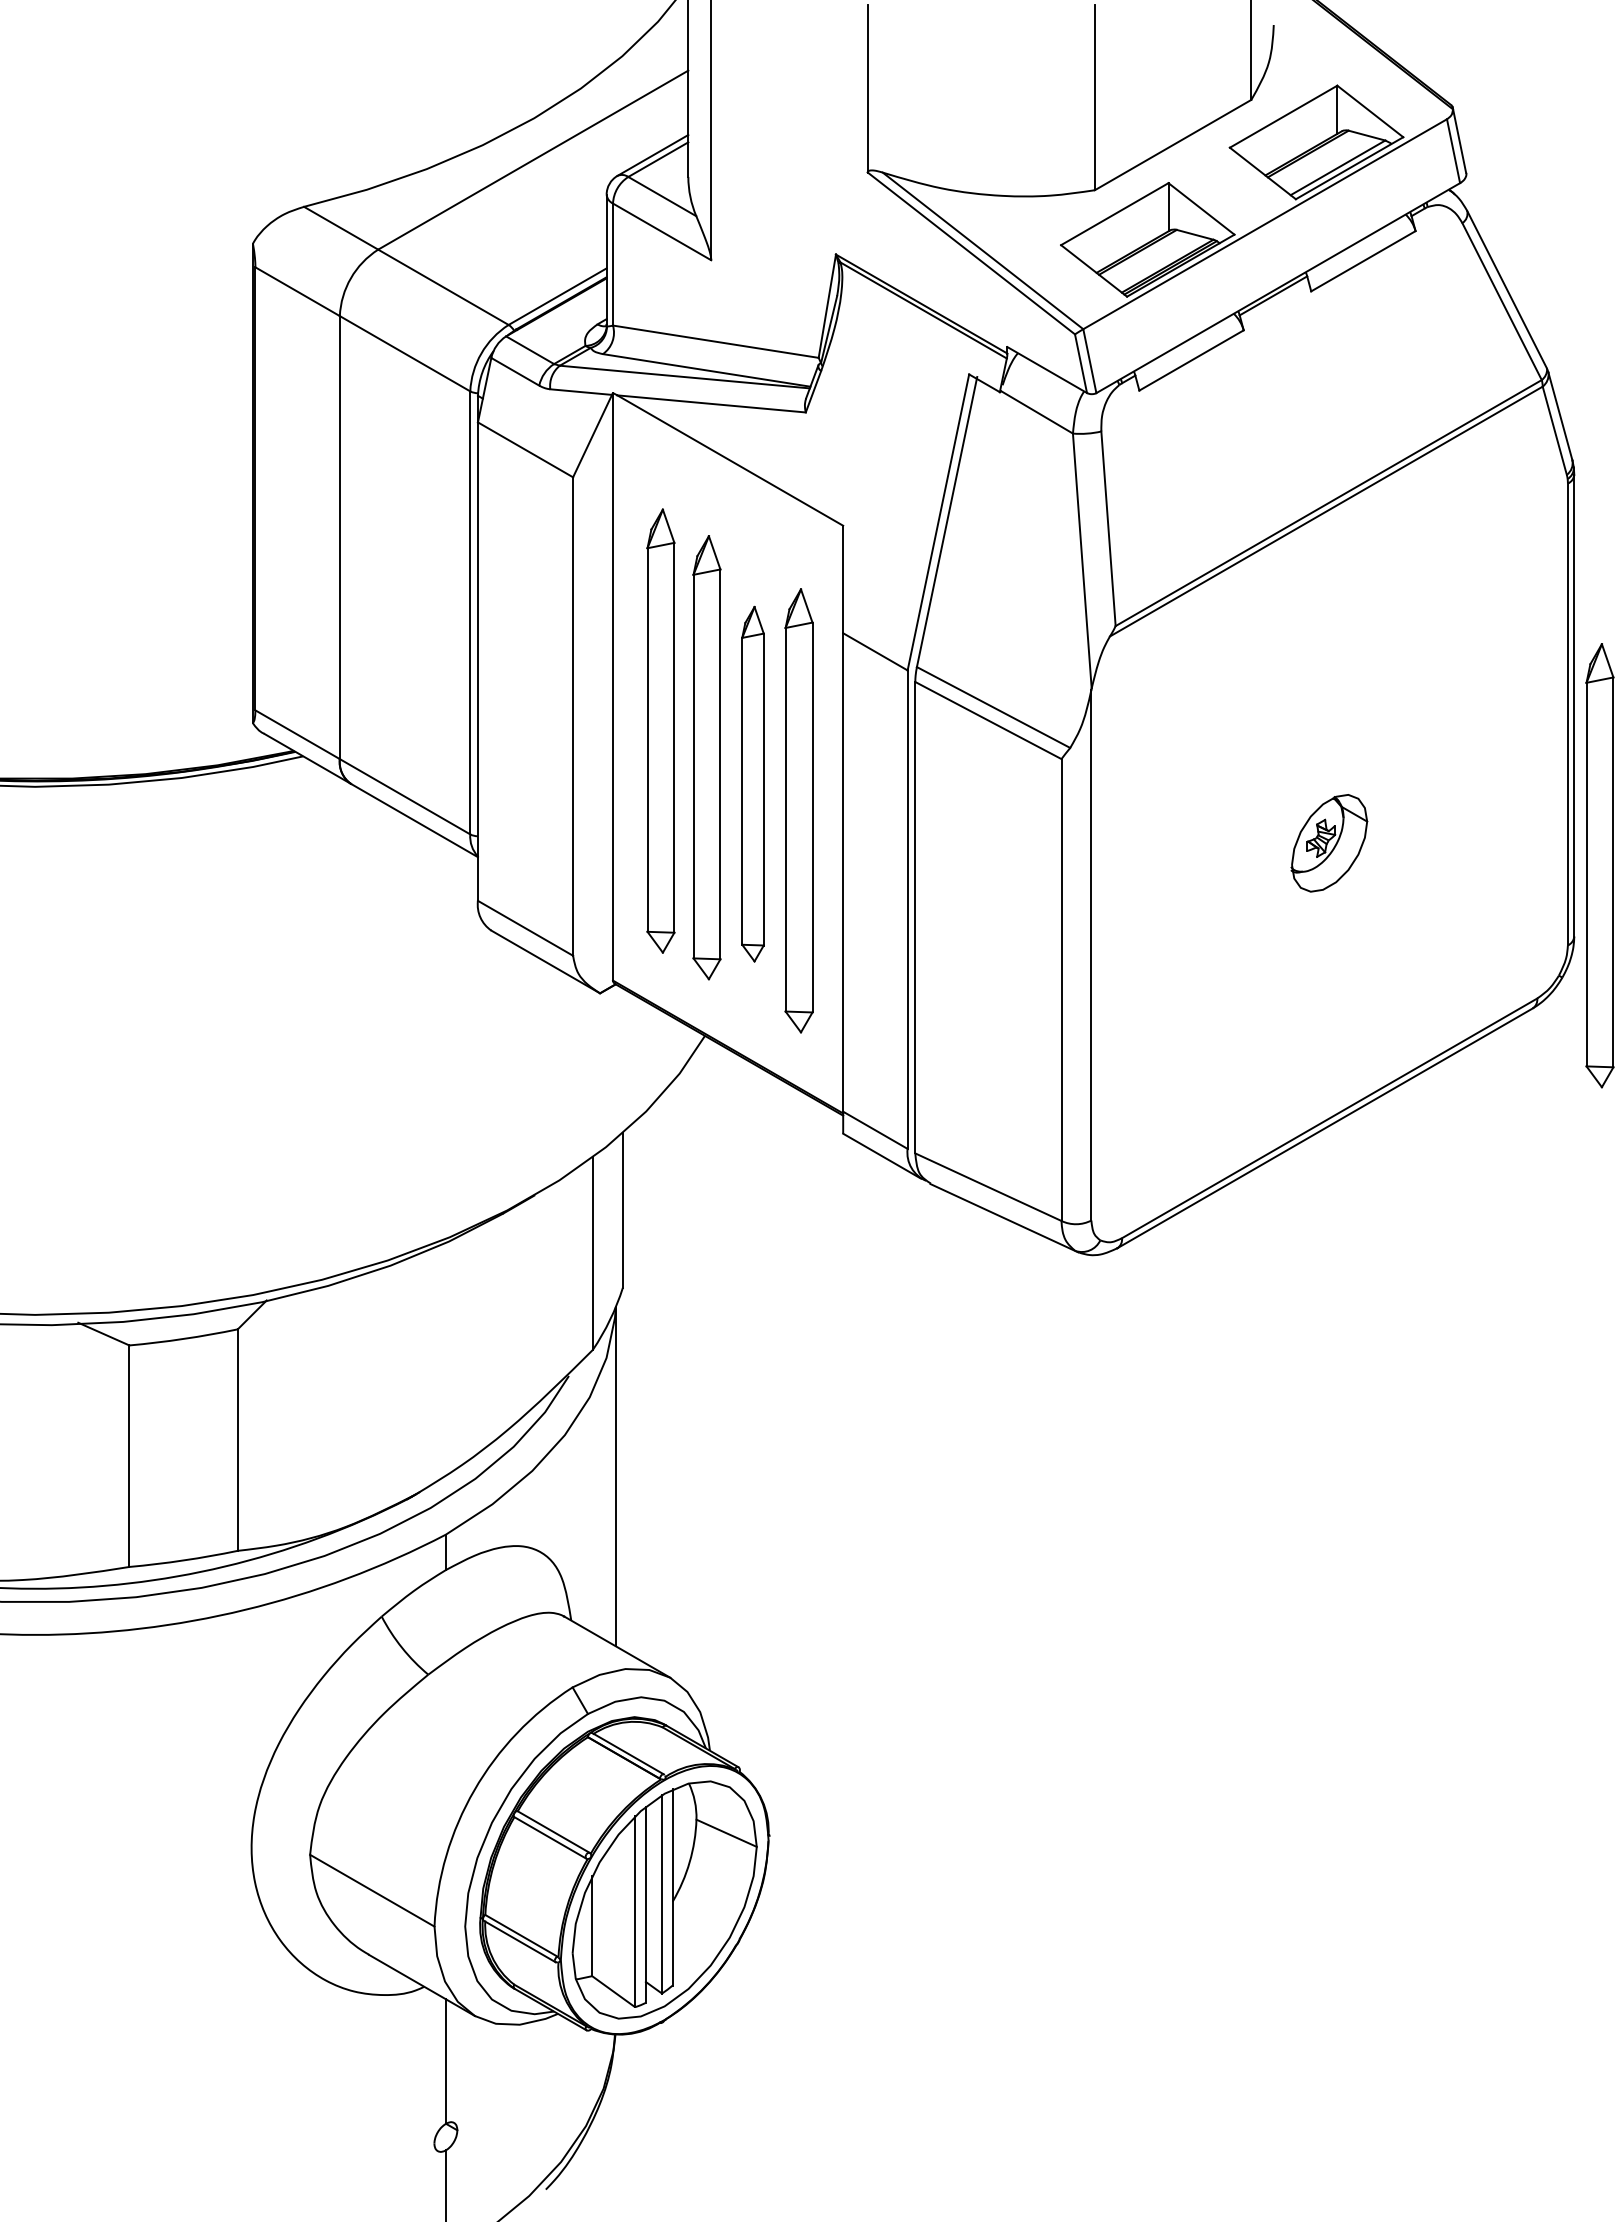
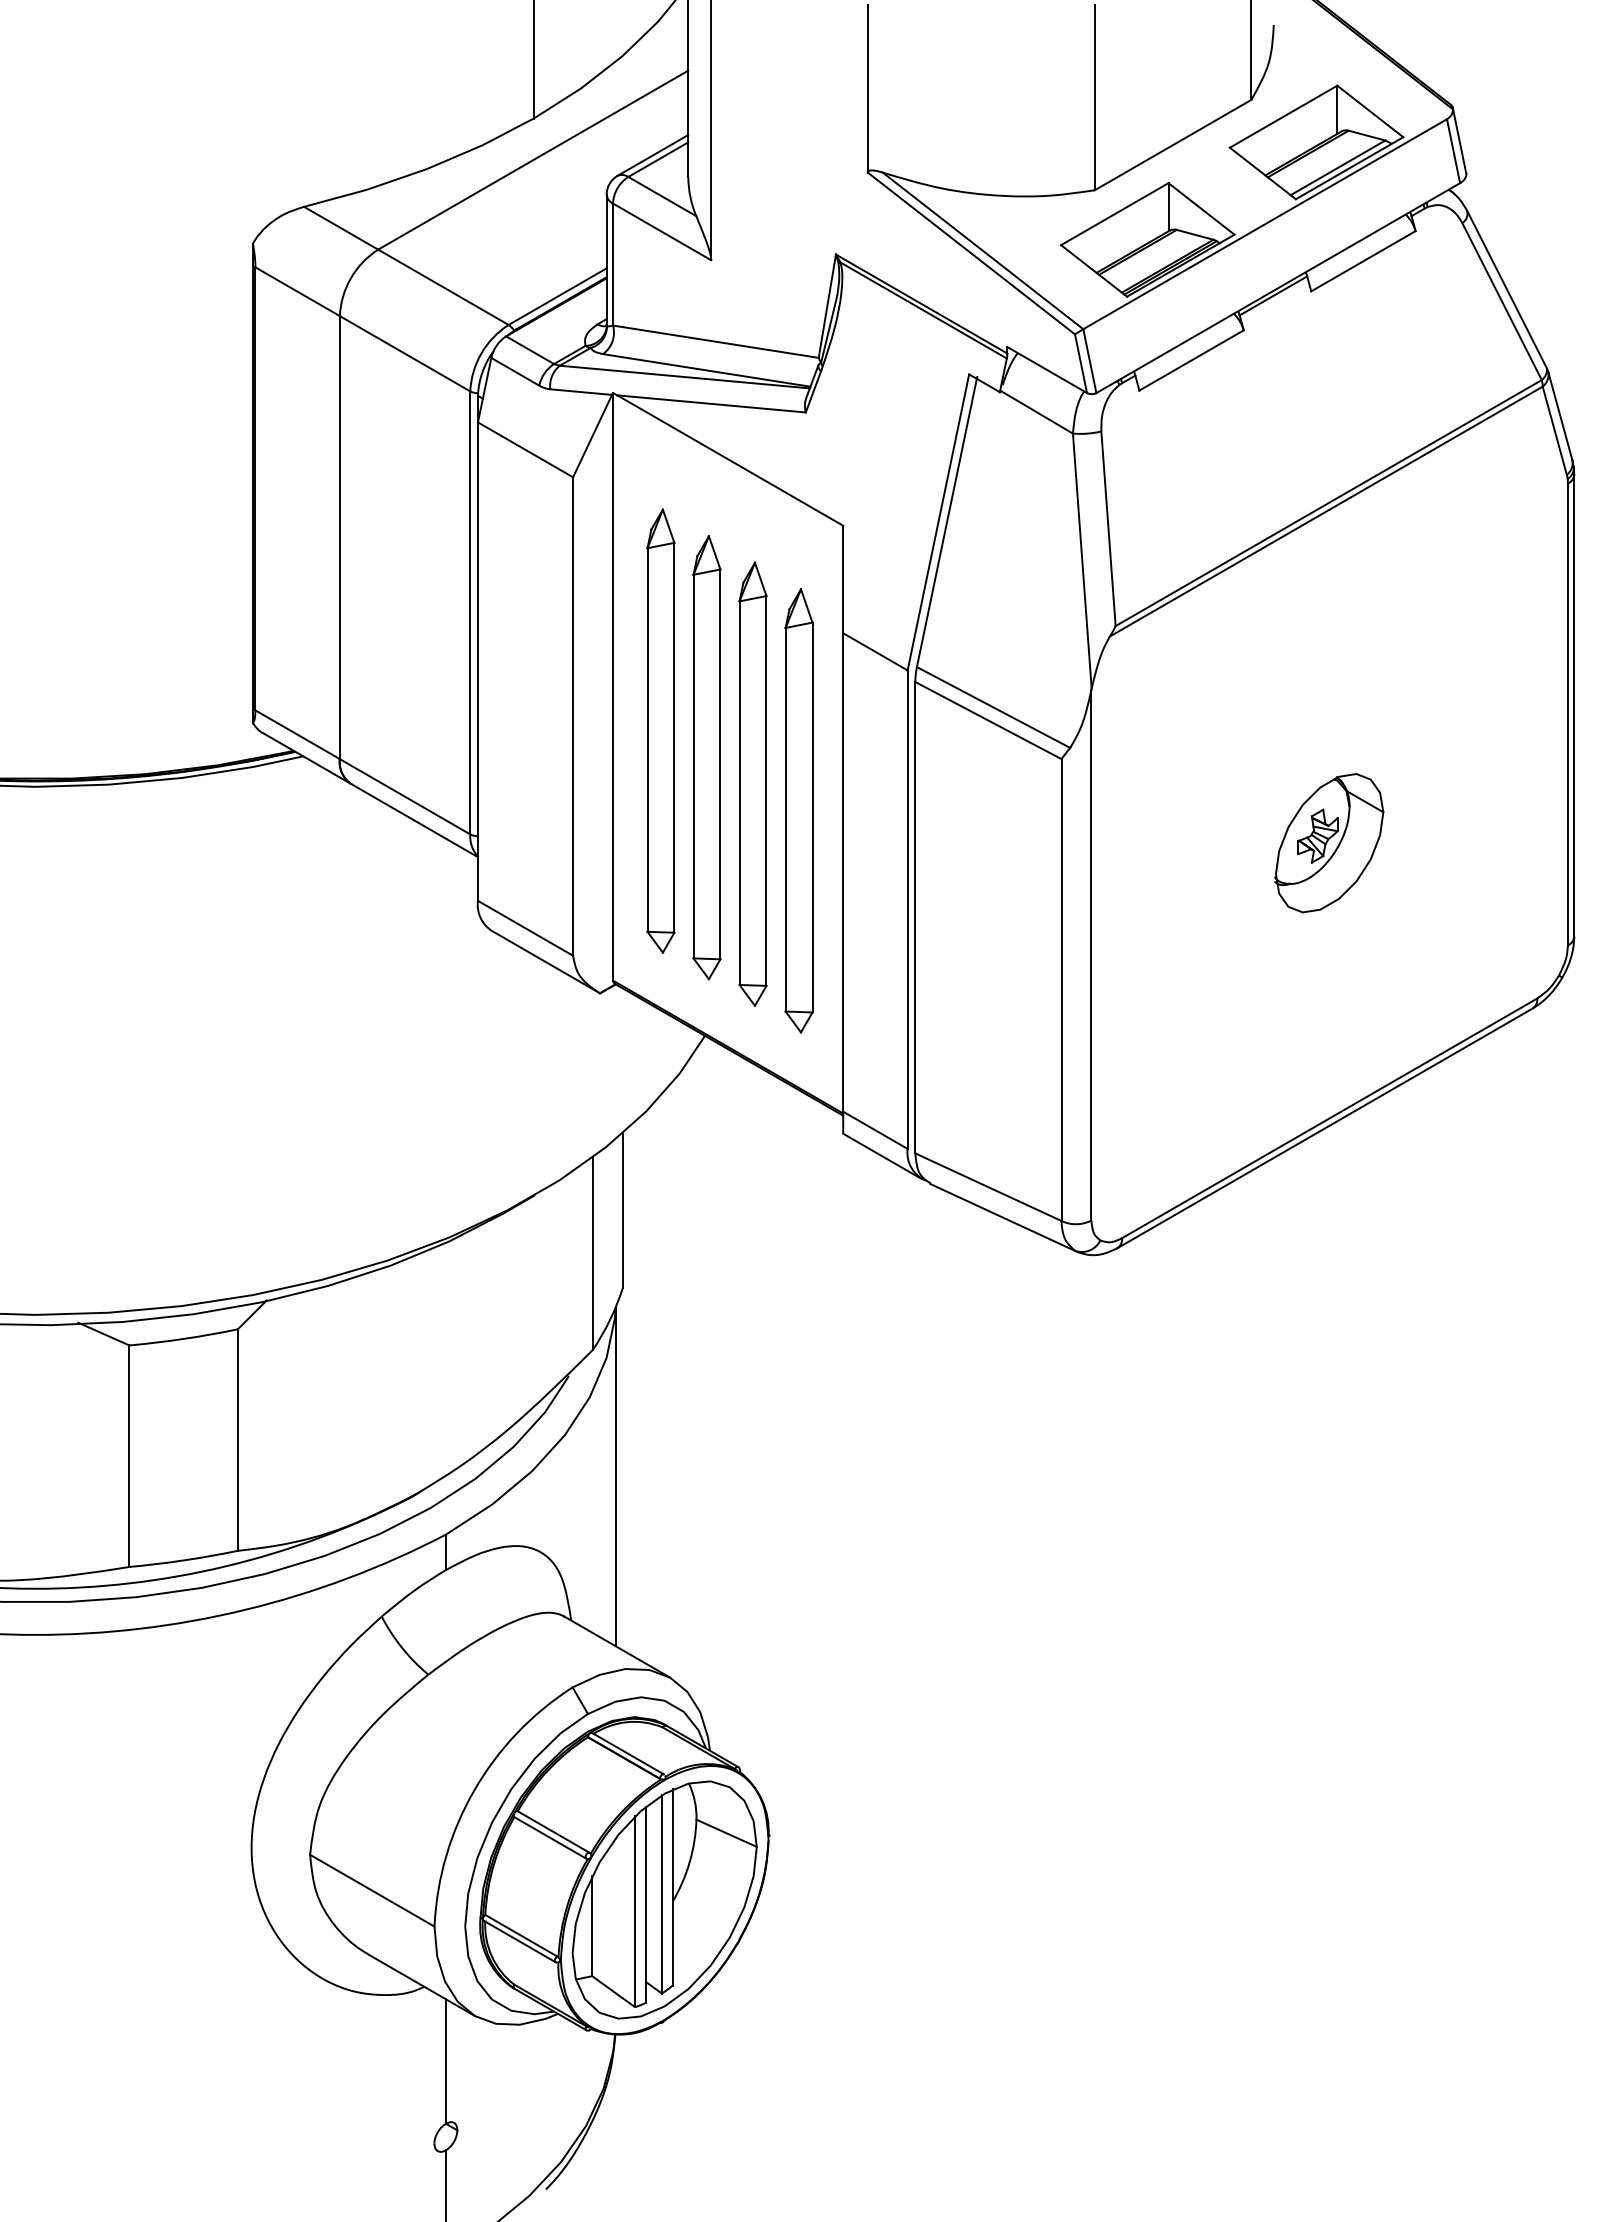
line at (533, 60): none -> present
part at (752, 783) size: 24x358 px -> 30x446 px
part at (1329, 843) size: 79x99 px -> 111x141 px
part at (1599, 865): present -> none
